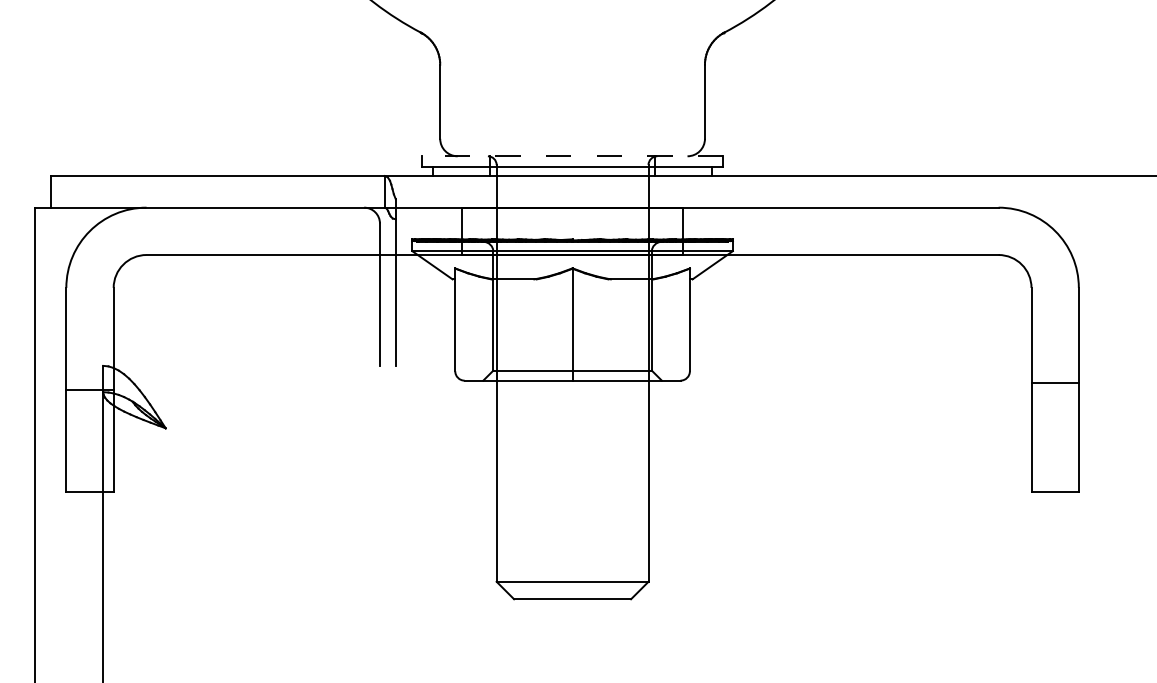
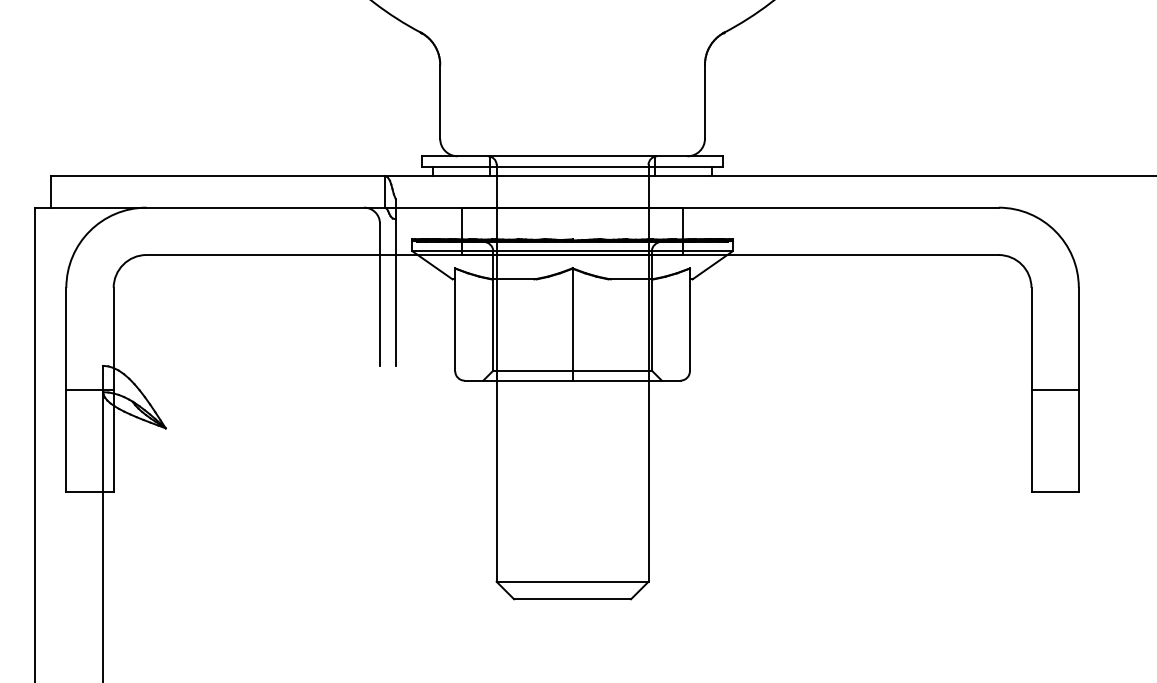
line at (572, 156): dashed -> solid
line at (1054, 382) position: (1054, 382) -> (1054, 389)
